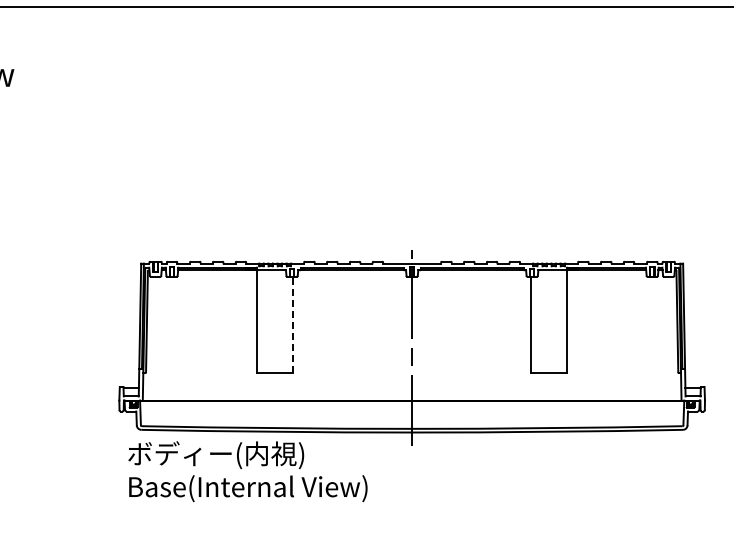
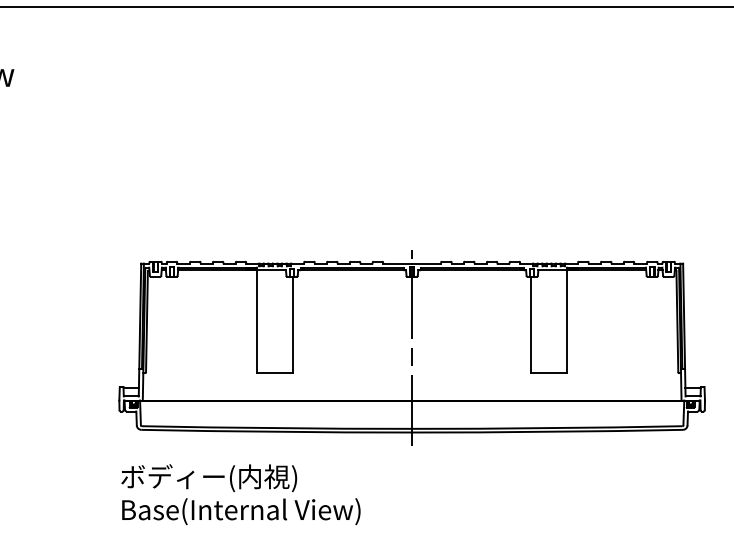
line at (293, 324): dashed -> solid
text at (247, 471) position: (247, 471) -> (240, 494)
